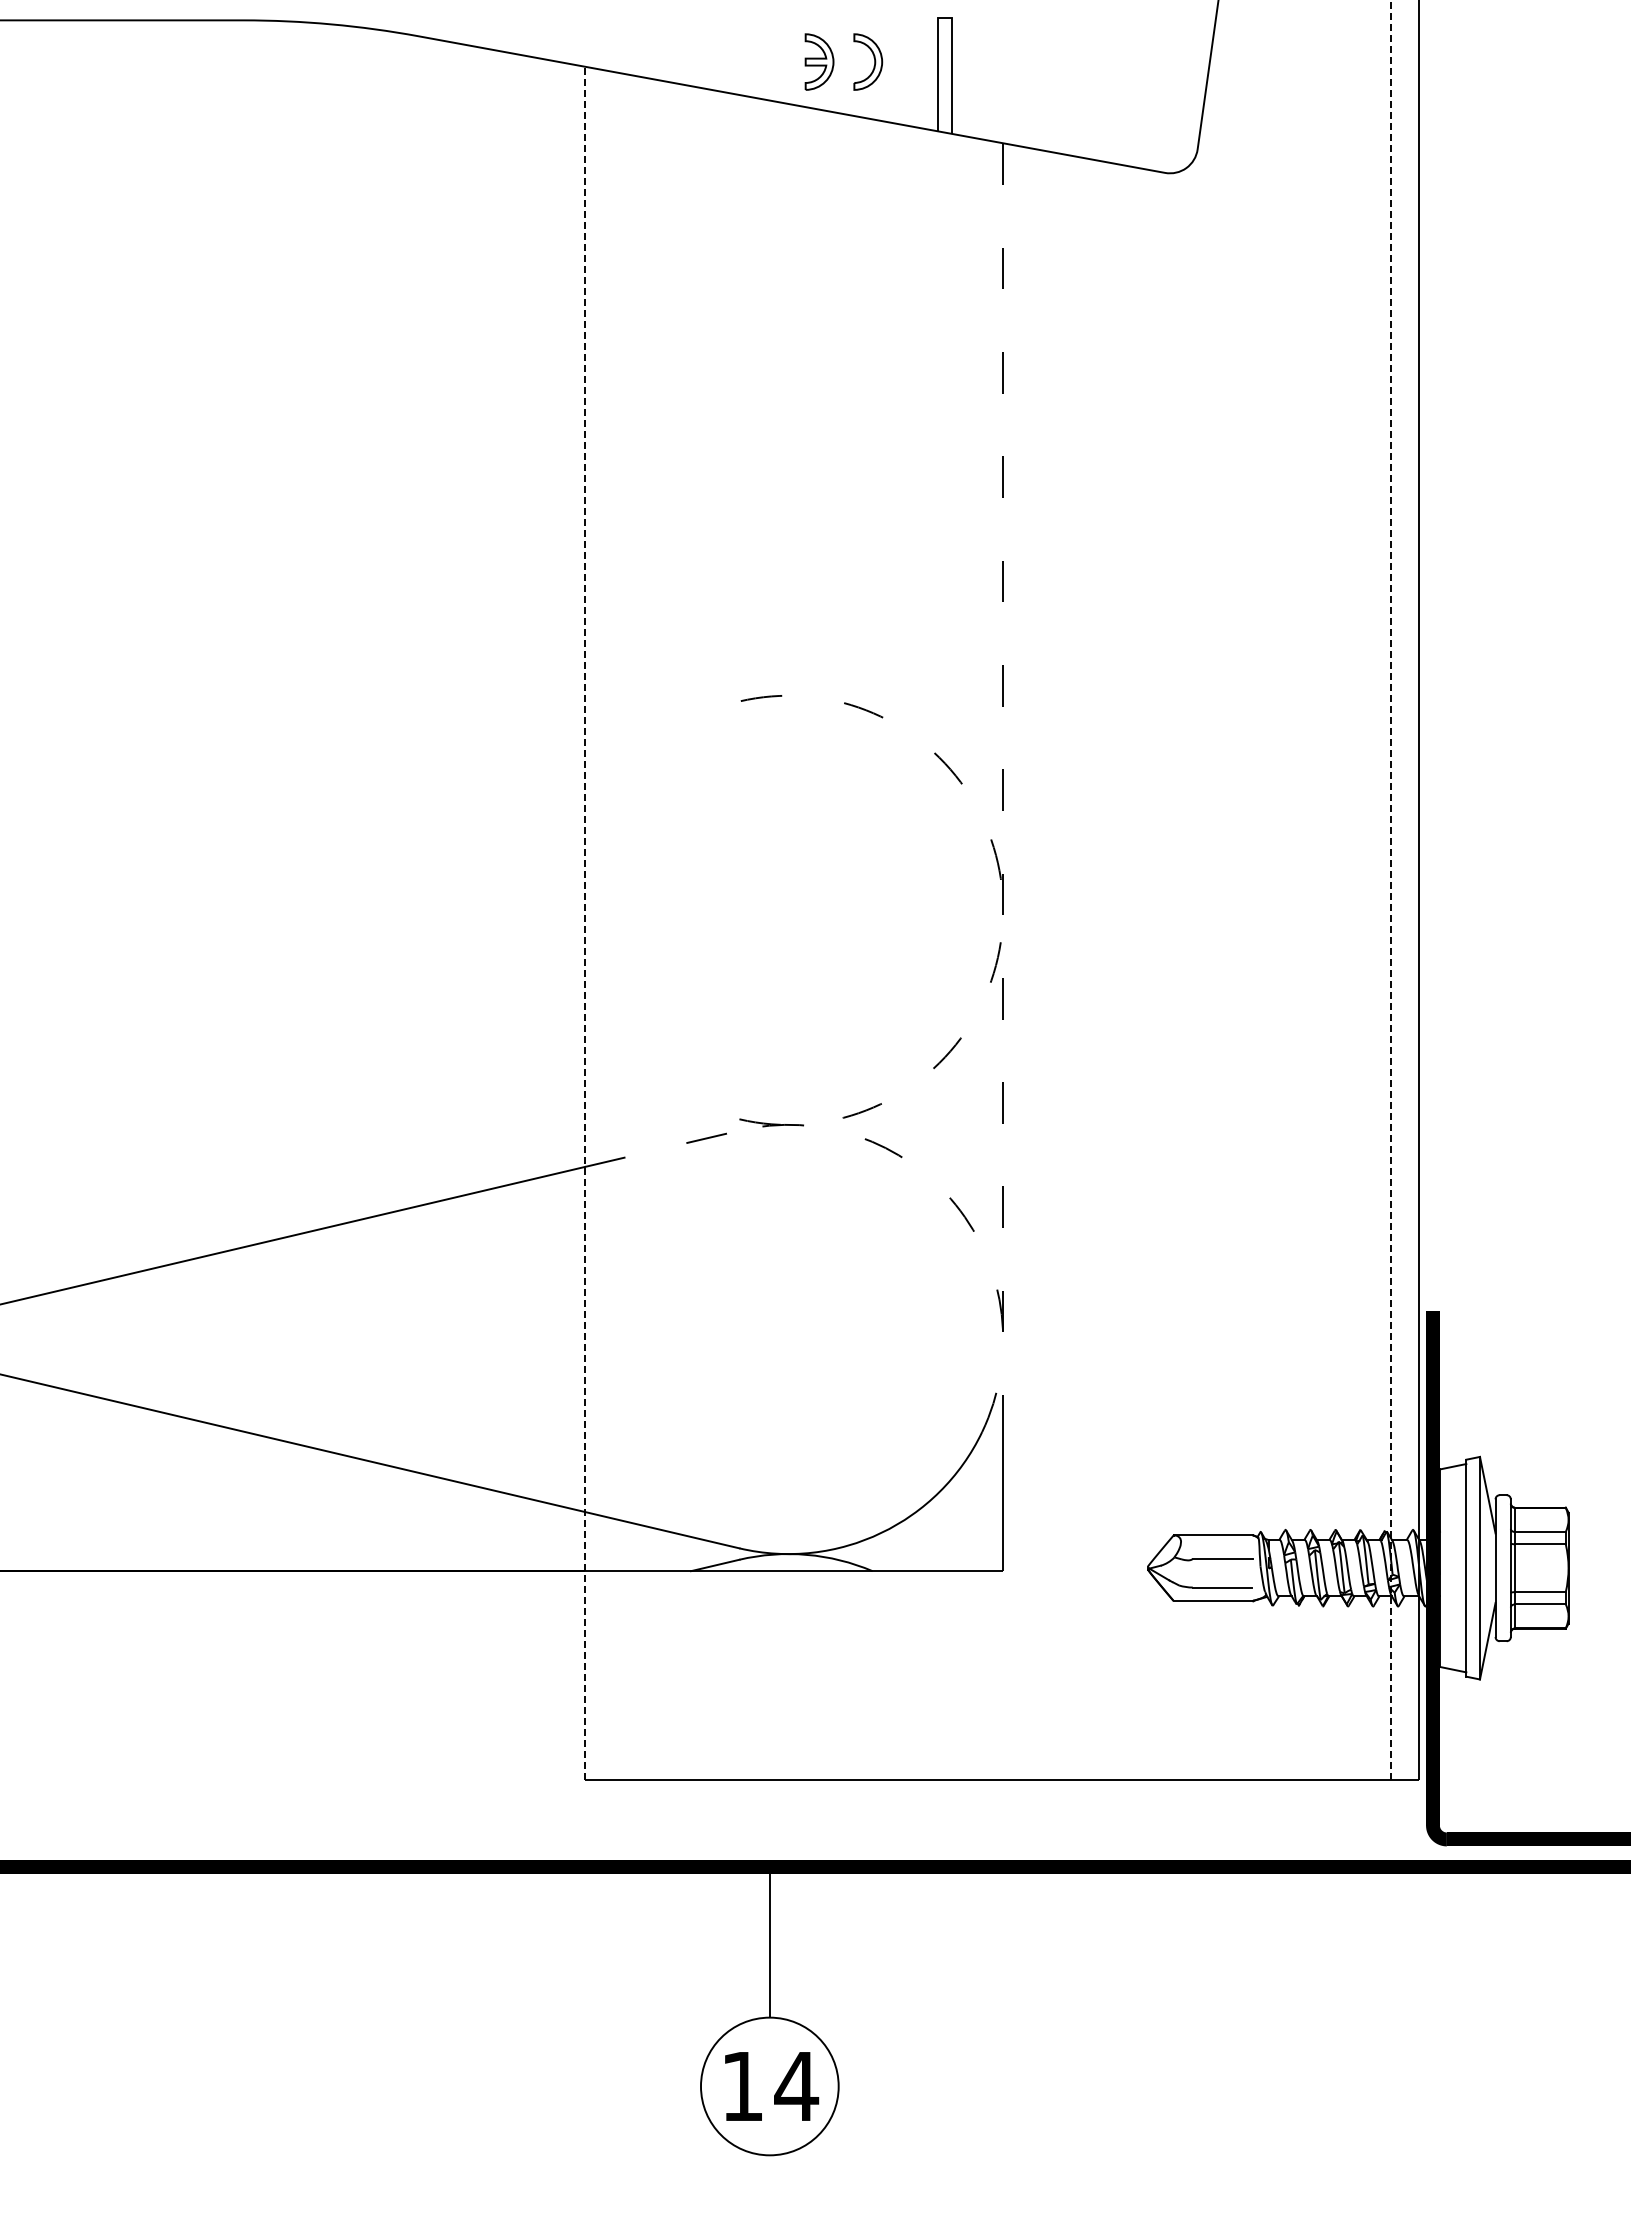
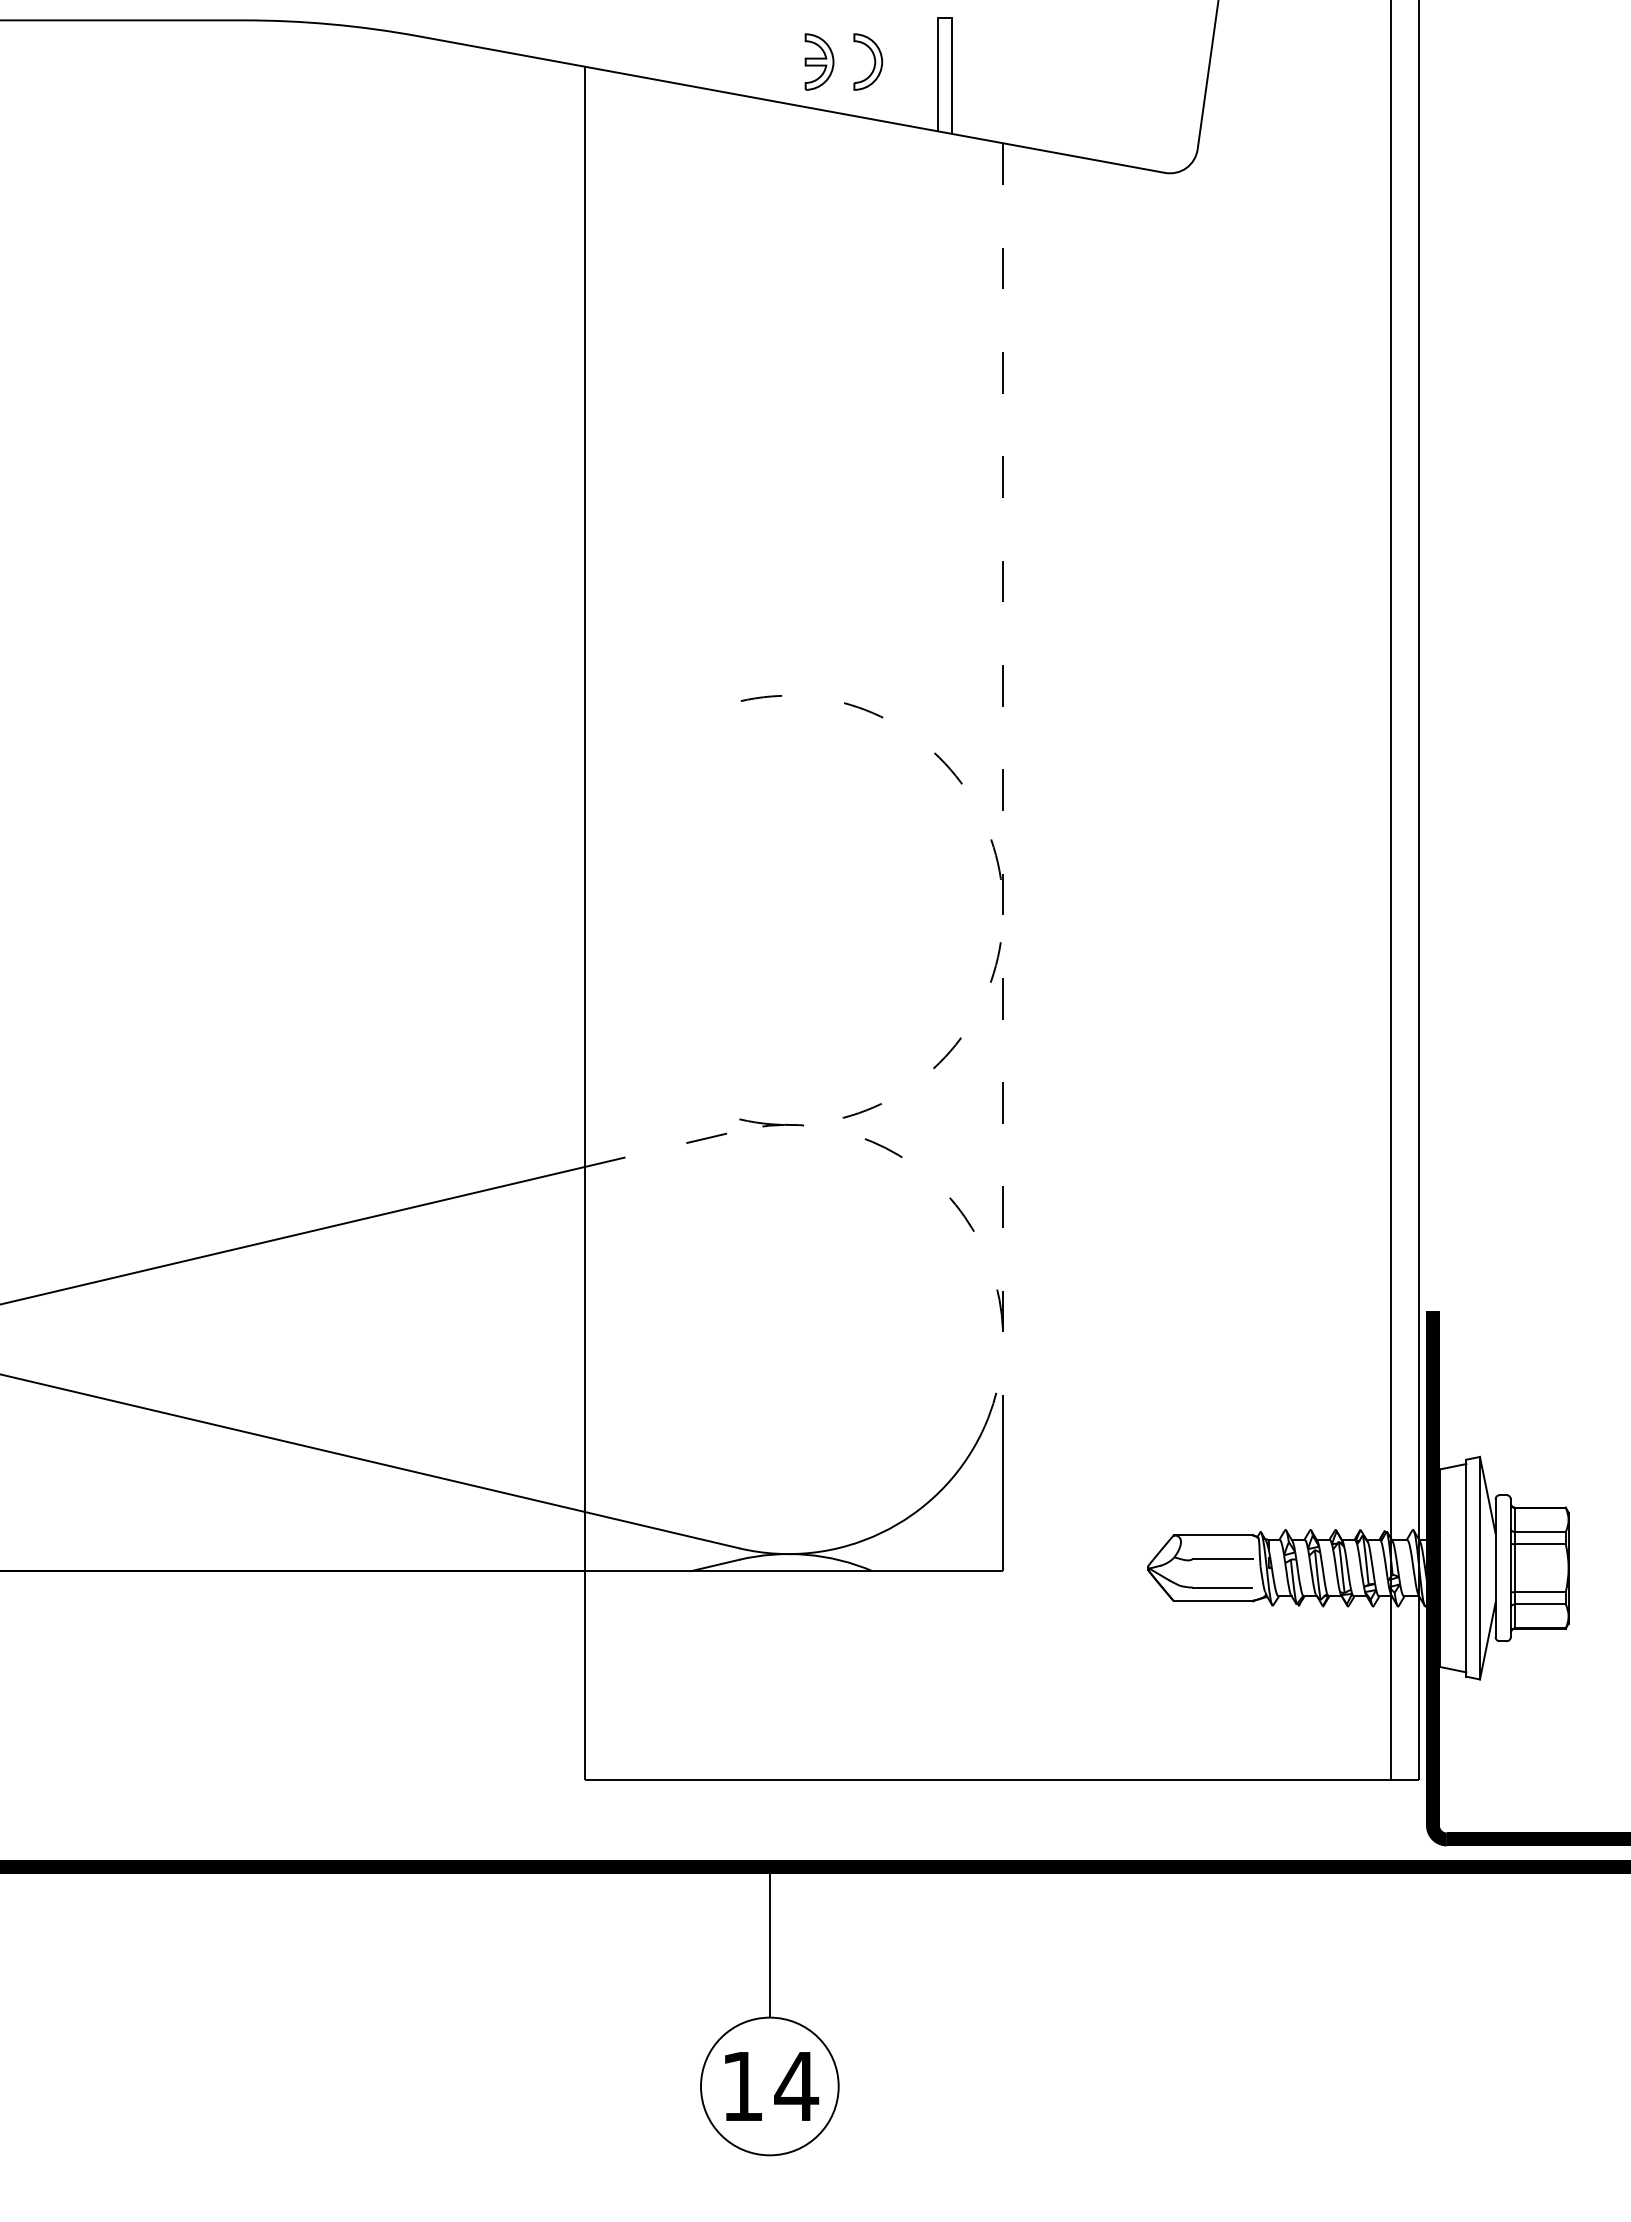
line at (1391, 889): dashed -> solid
line at (584, 923): dashed -> solid
